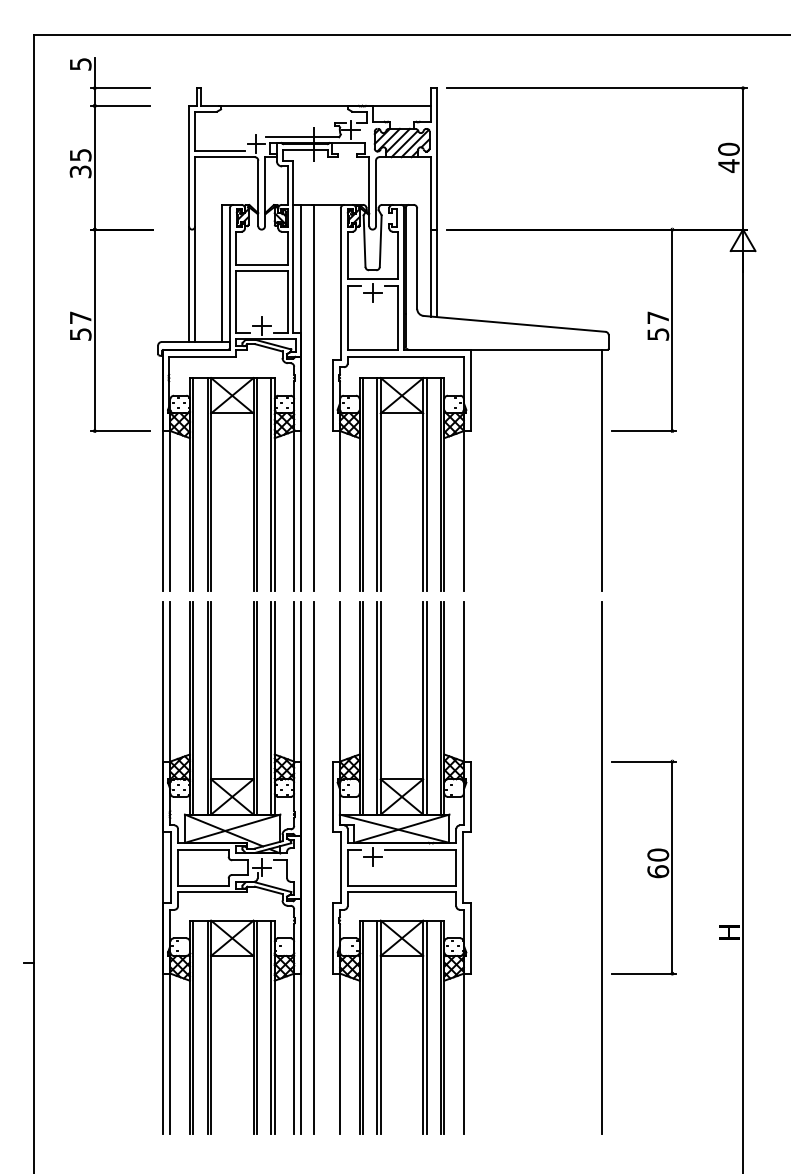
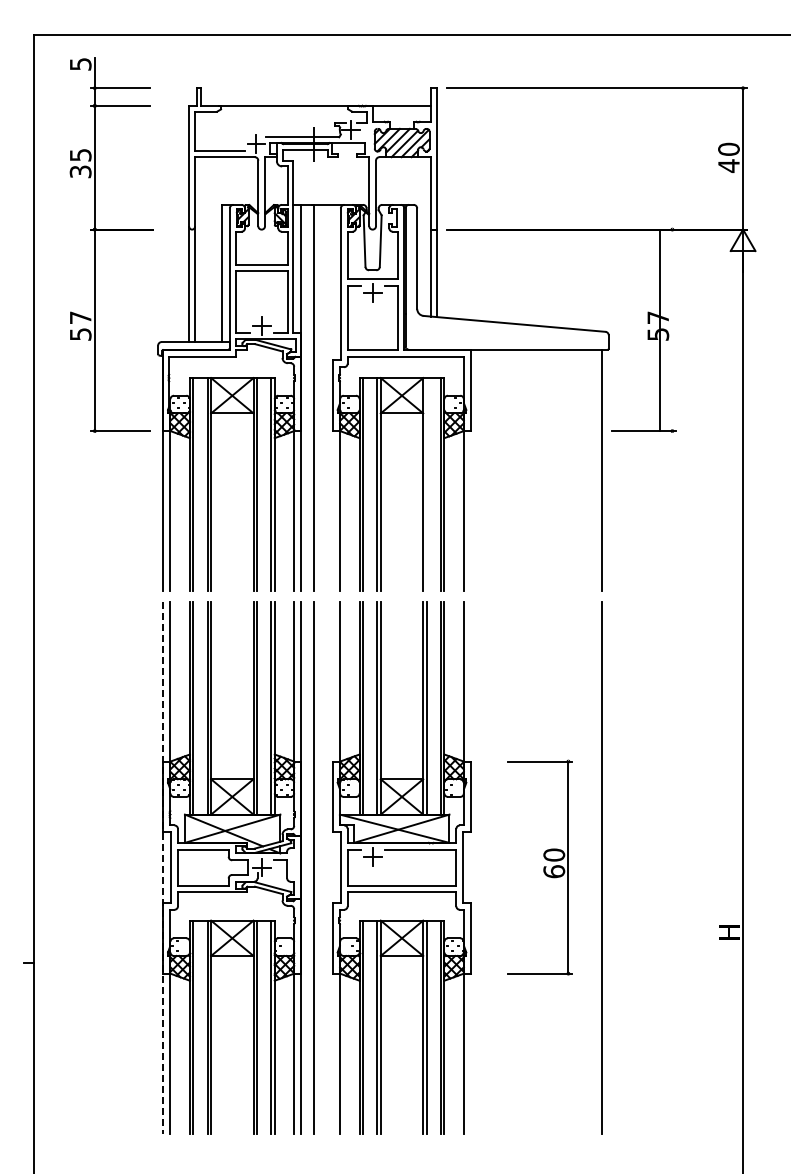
line at (672, 330) position: (672, 330) -> (660, 330)
line at (426, 484): present -> none
line at (163, 867): solid -> dashed
part at (643, 867) position: (643, 867) -> (539, 867)
